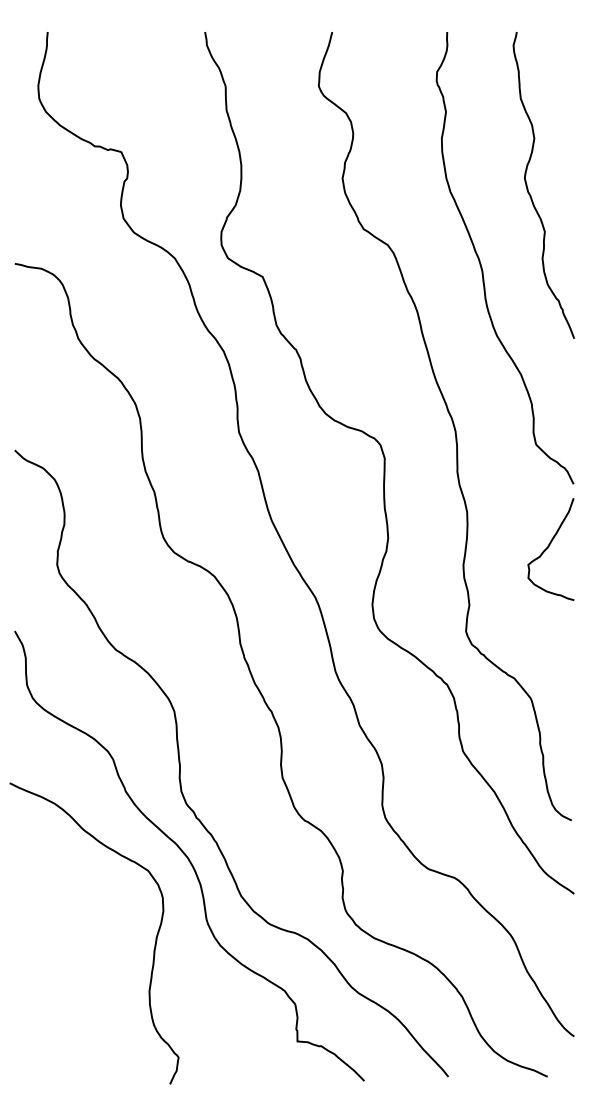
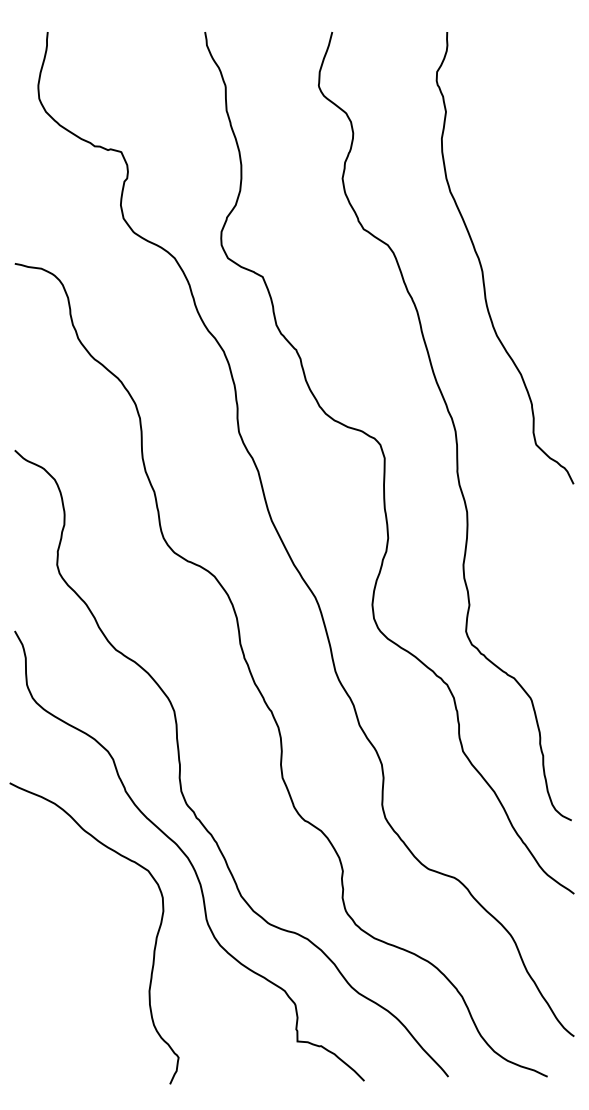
curve at (530, 193): present -> none
curve at (548, 548): present -> none
